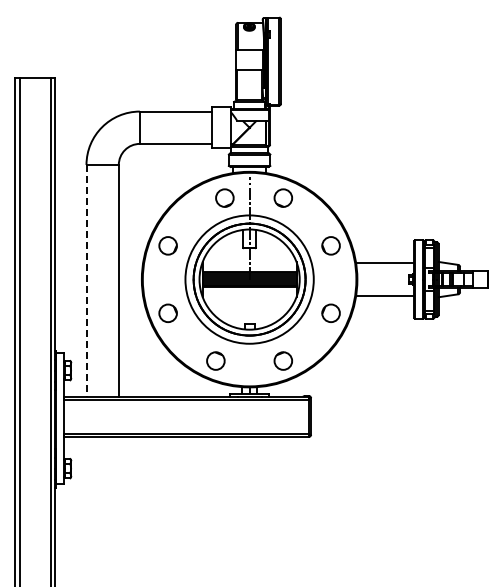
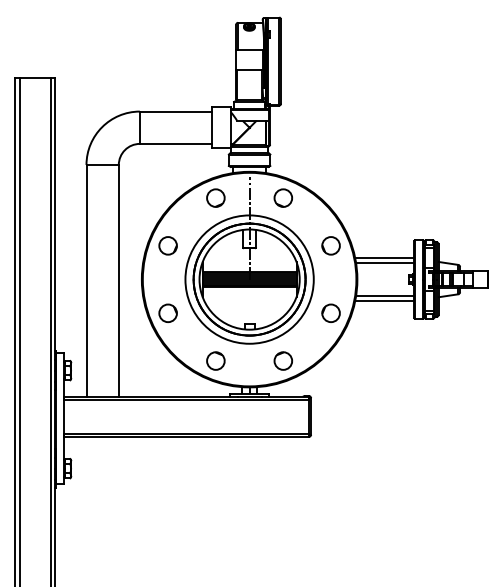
circle at (224, 197) position: (224, 197) -> (215, 197)
line at (384, 258): none -> present
line at (86, 280): dashed -> solid
line at (384, 300): none -> present
